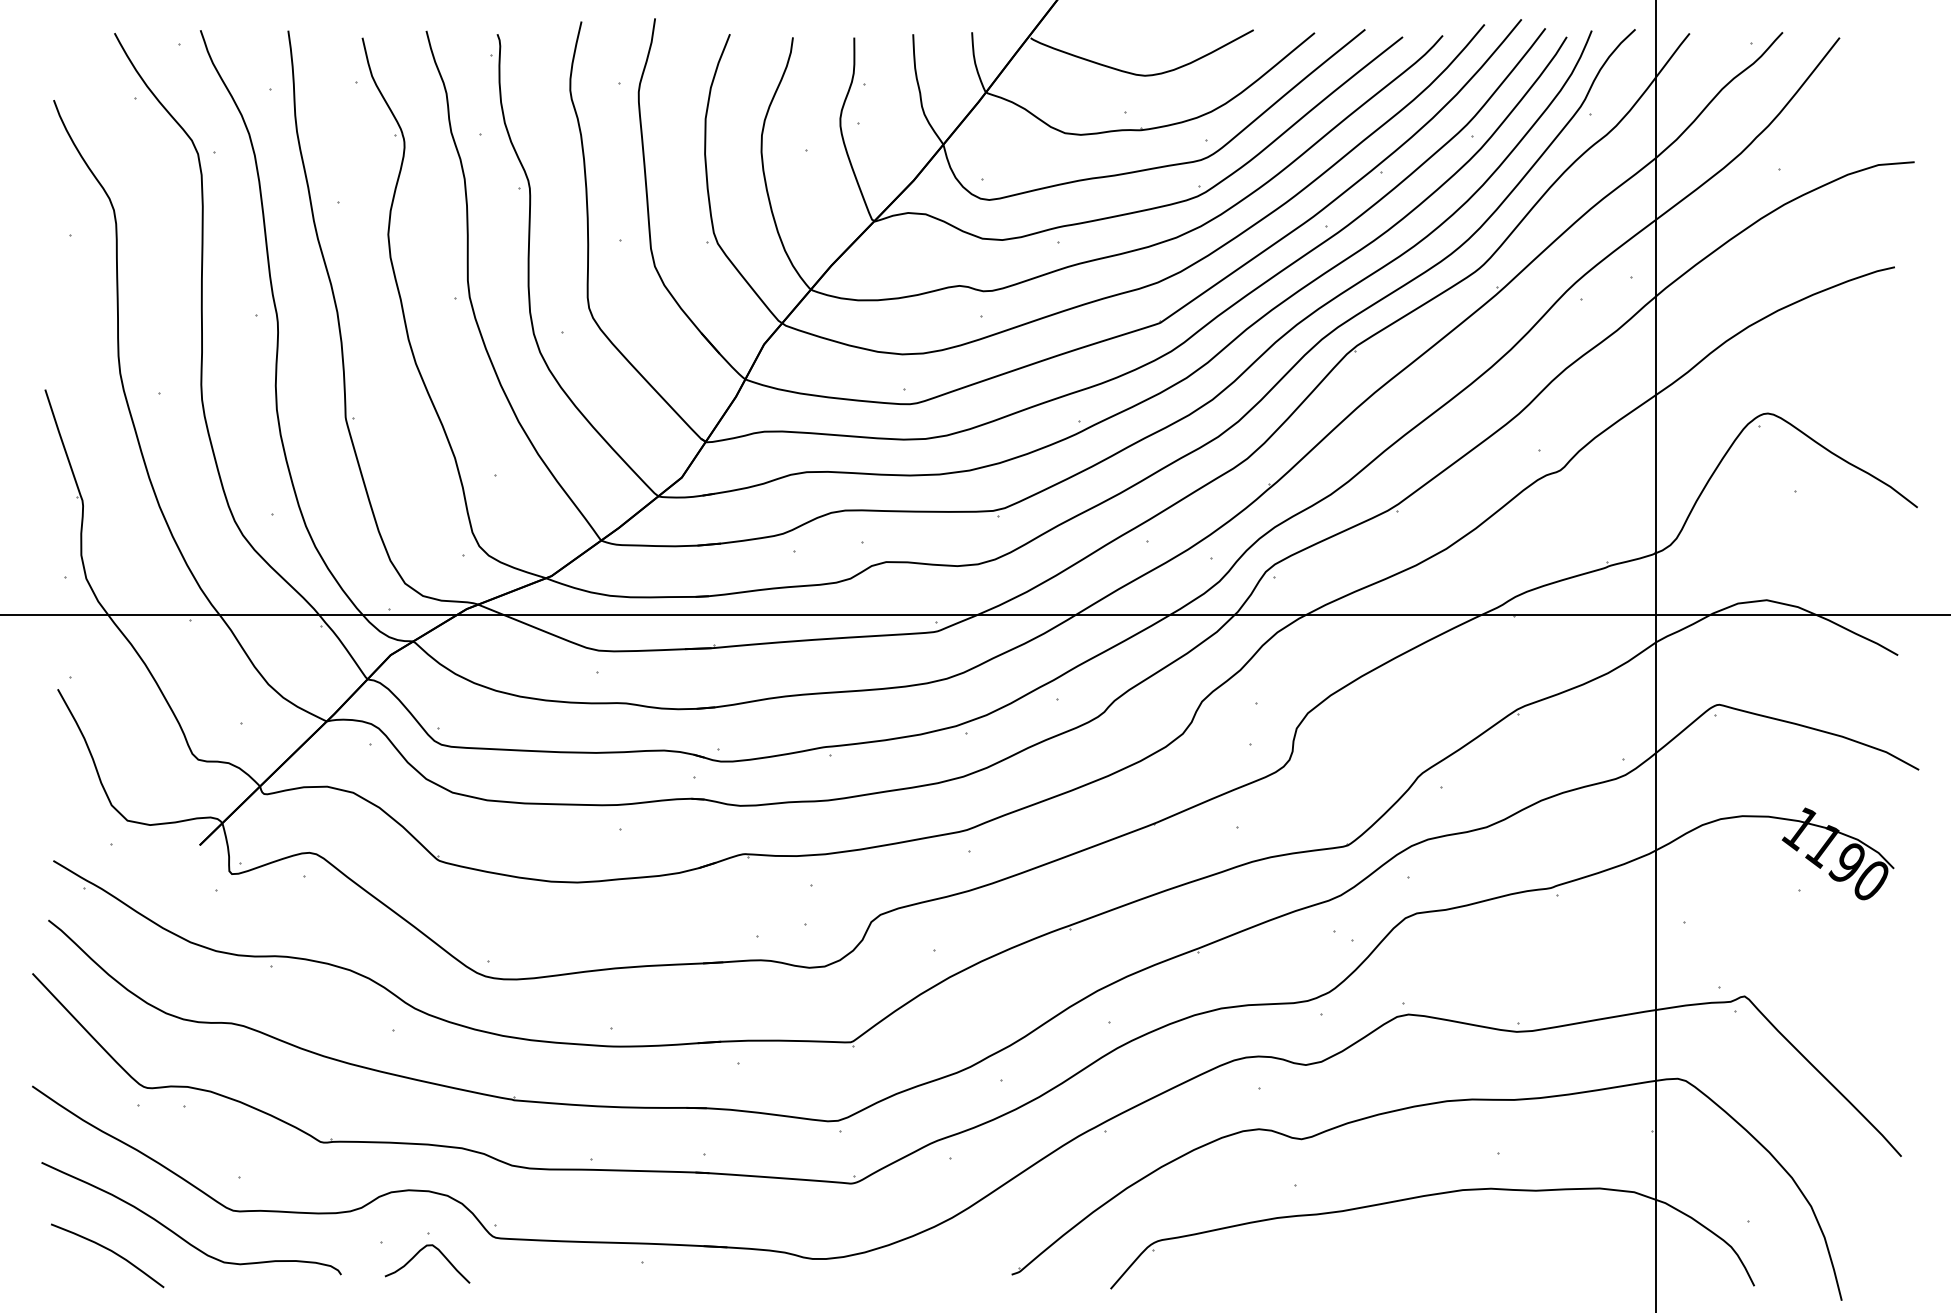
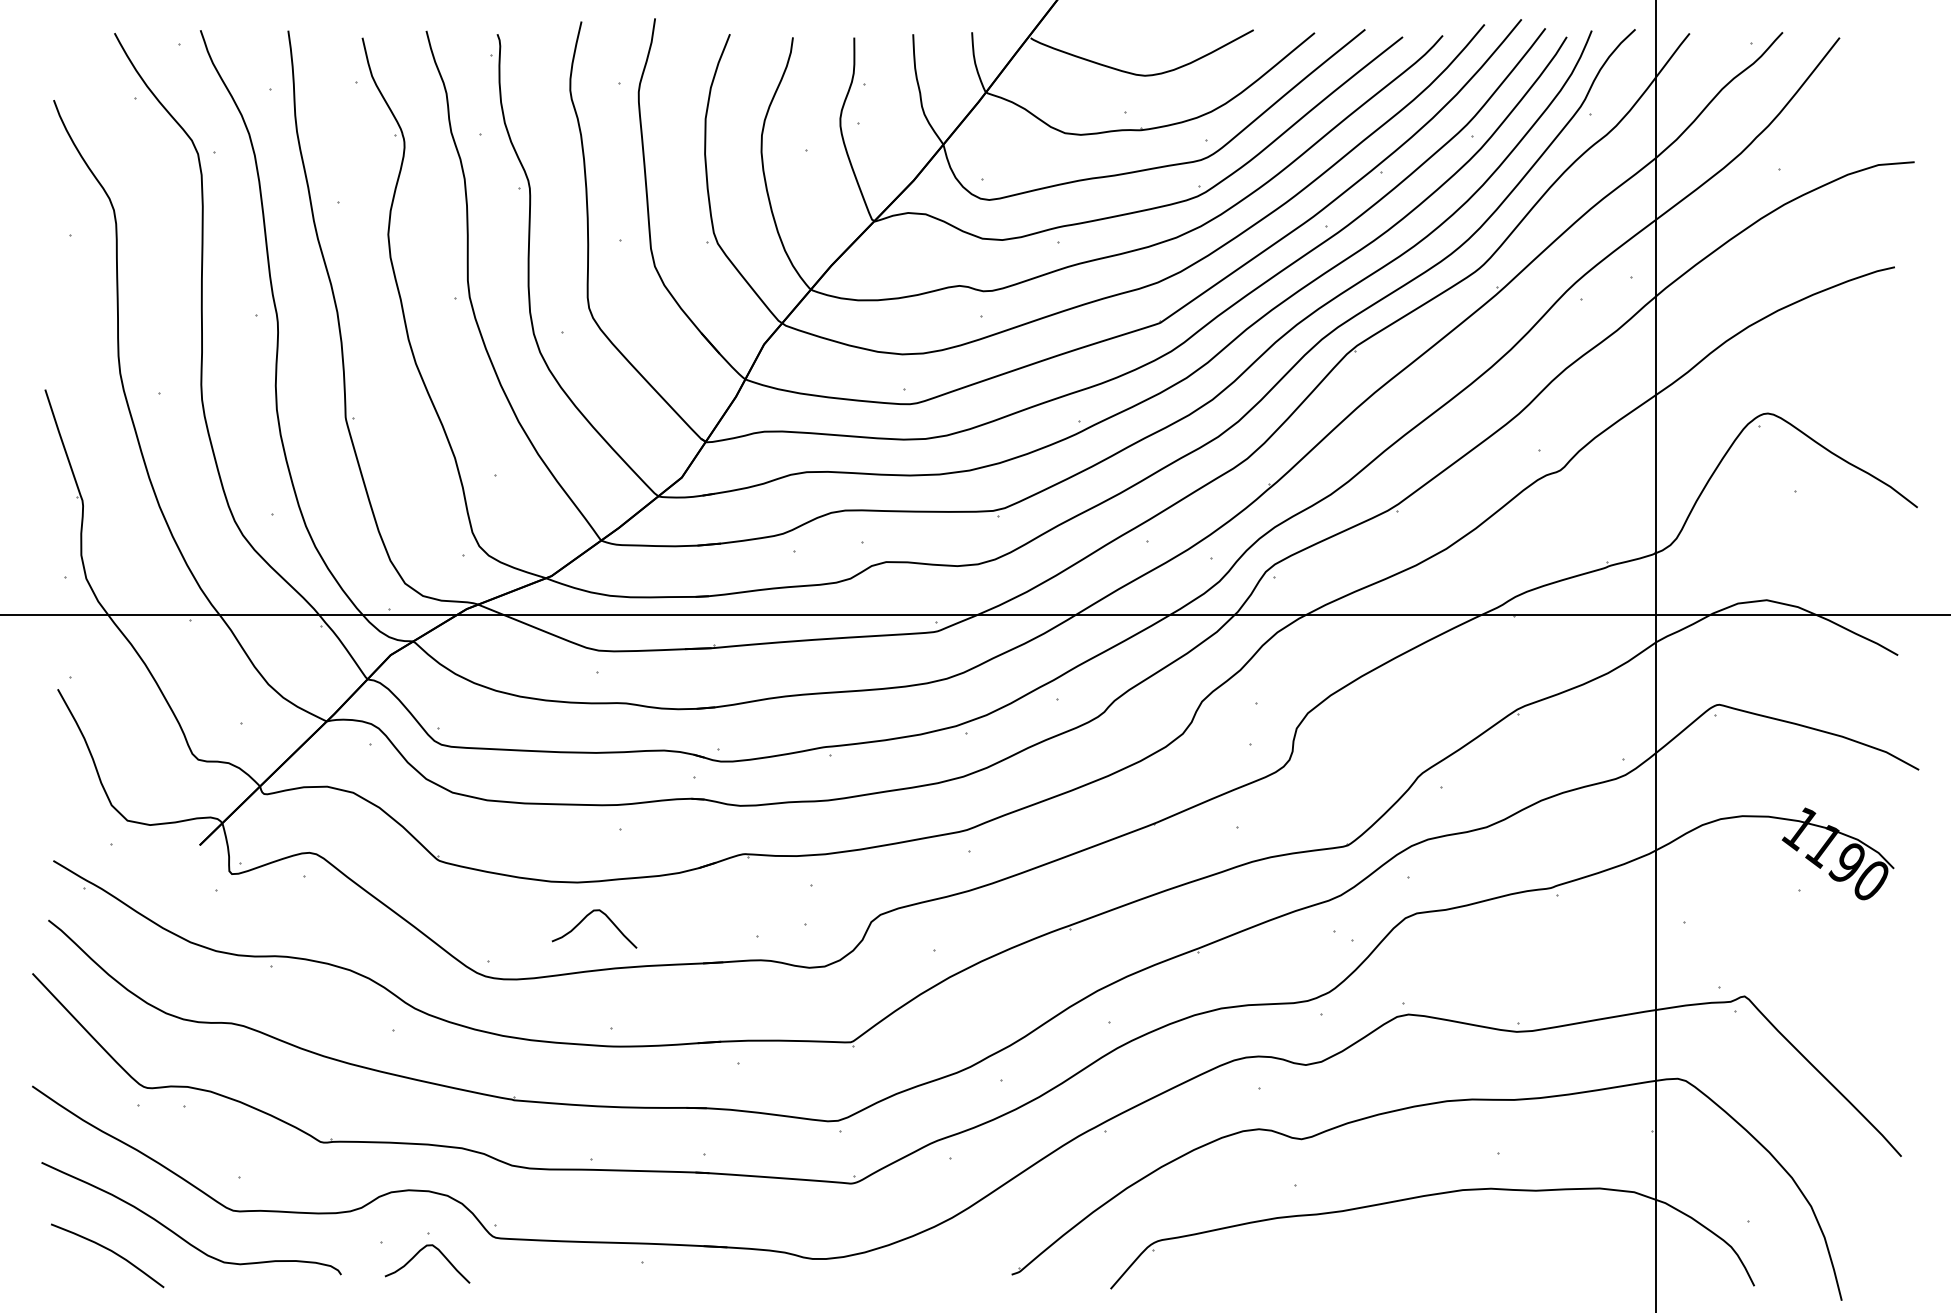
curve at (585, 918): none -> present
